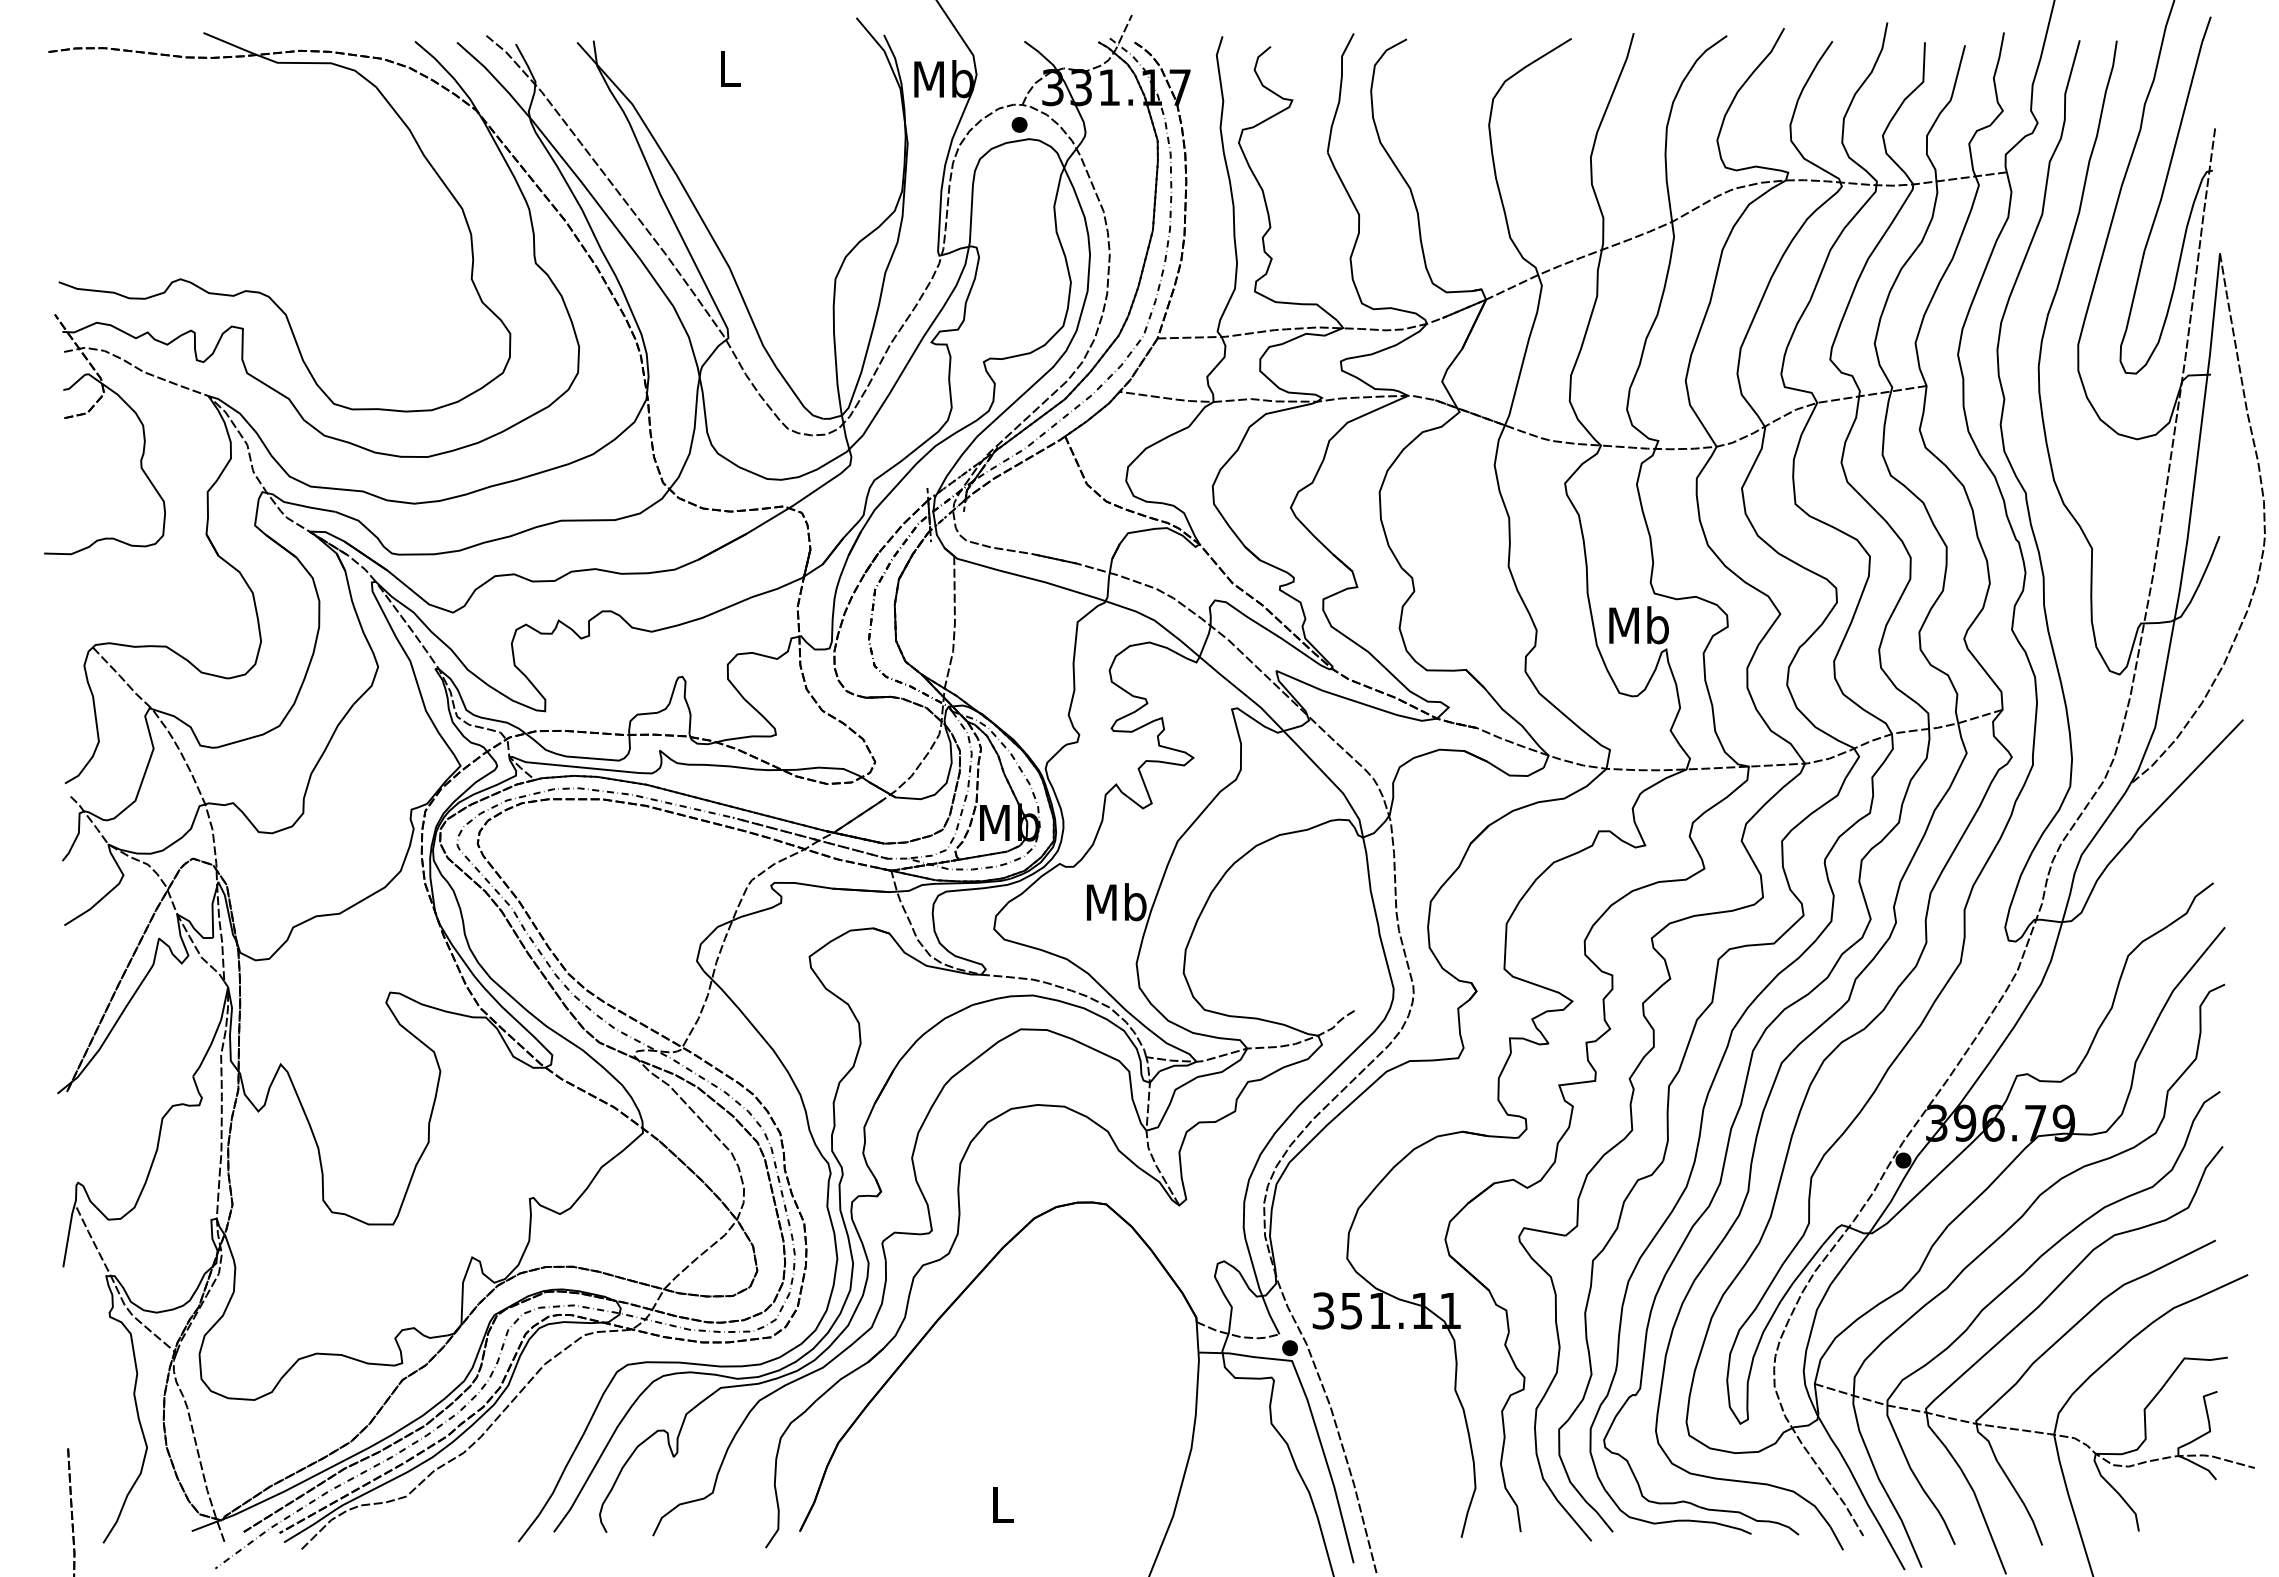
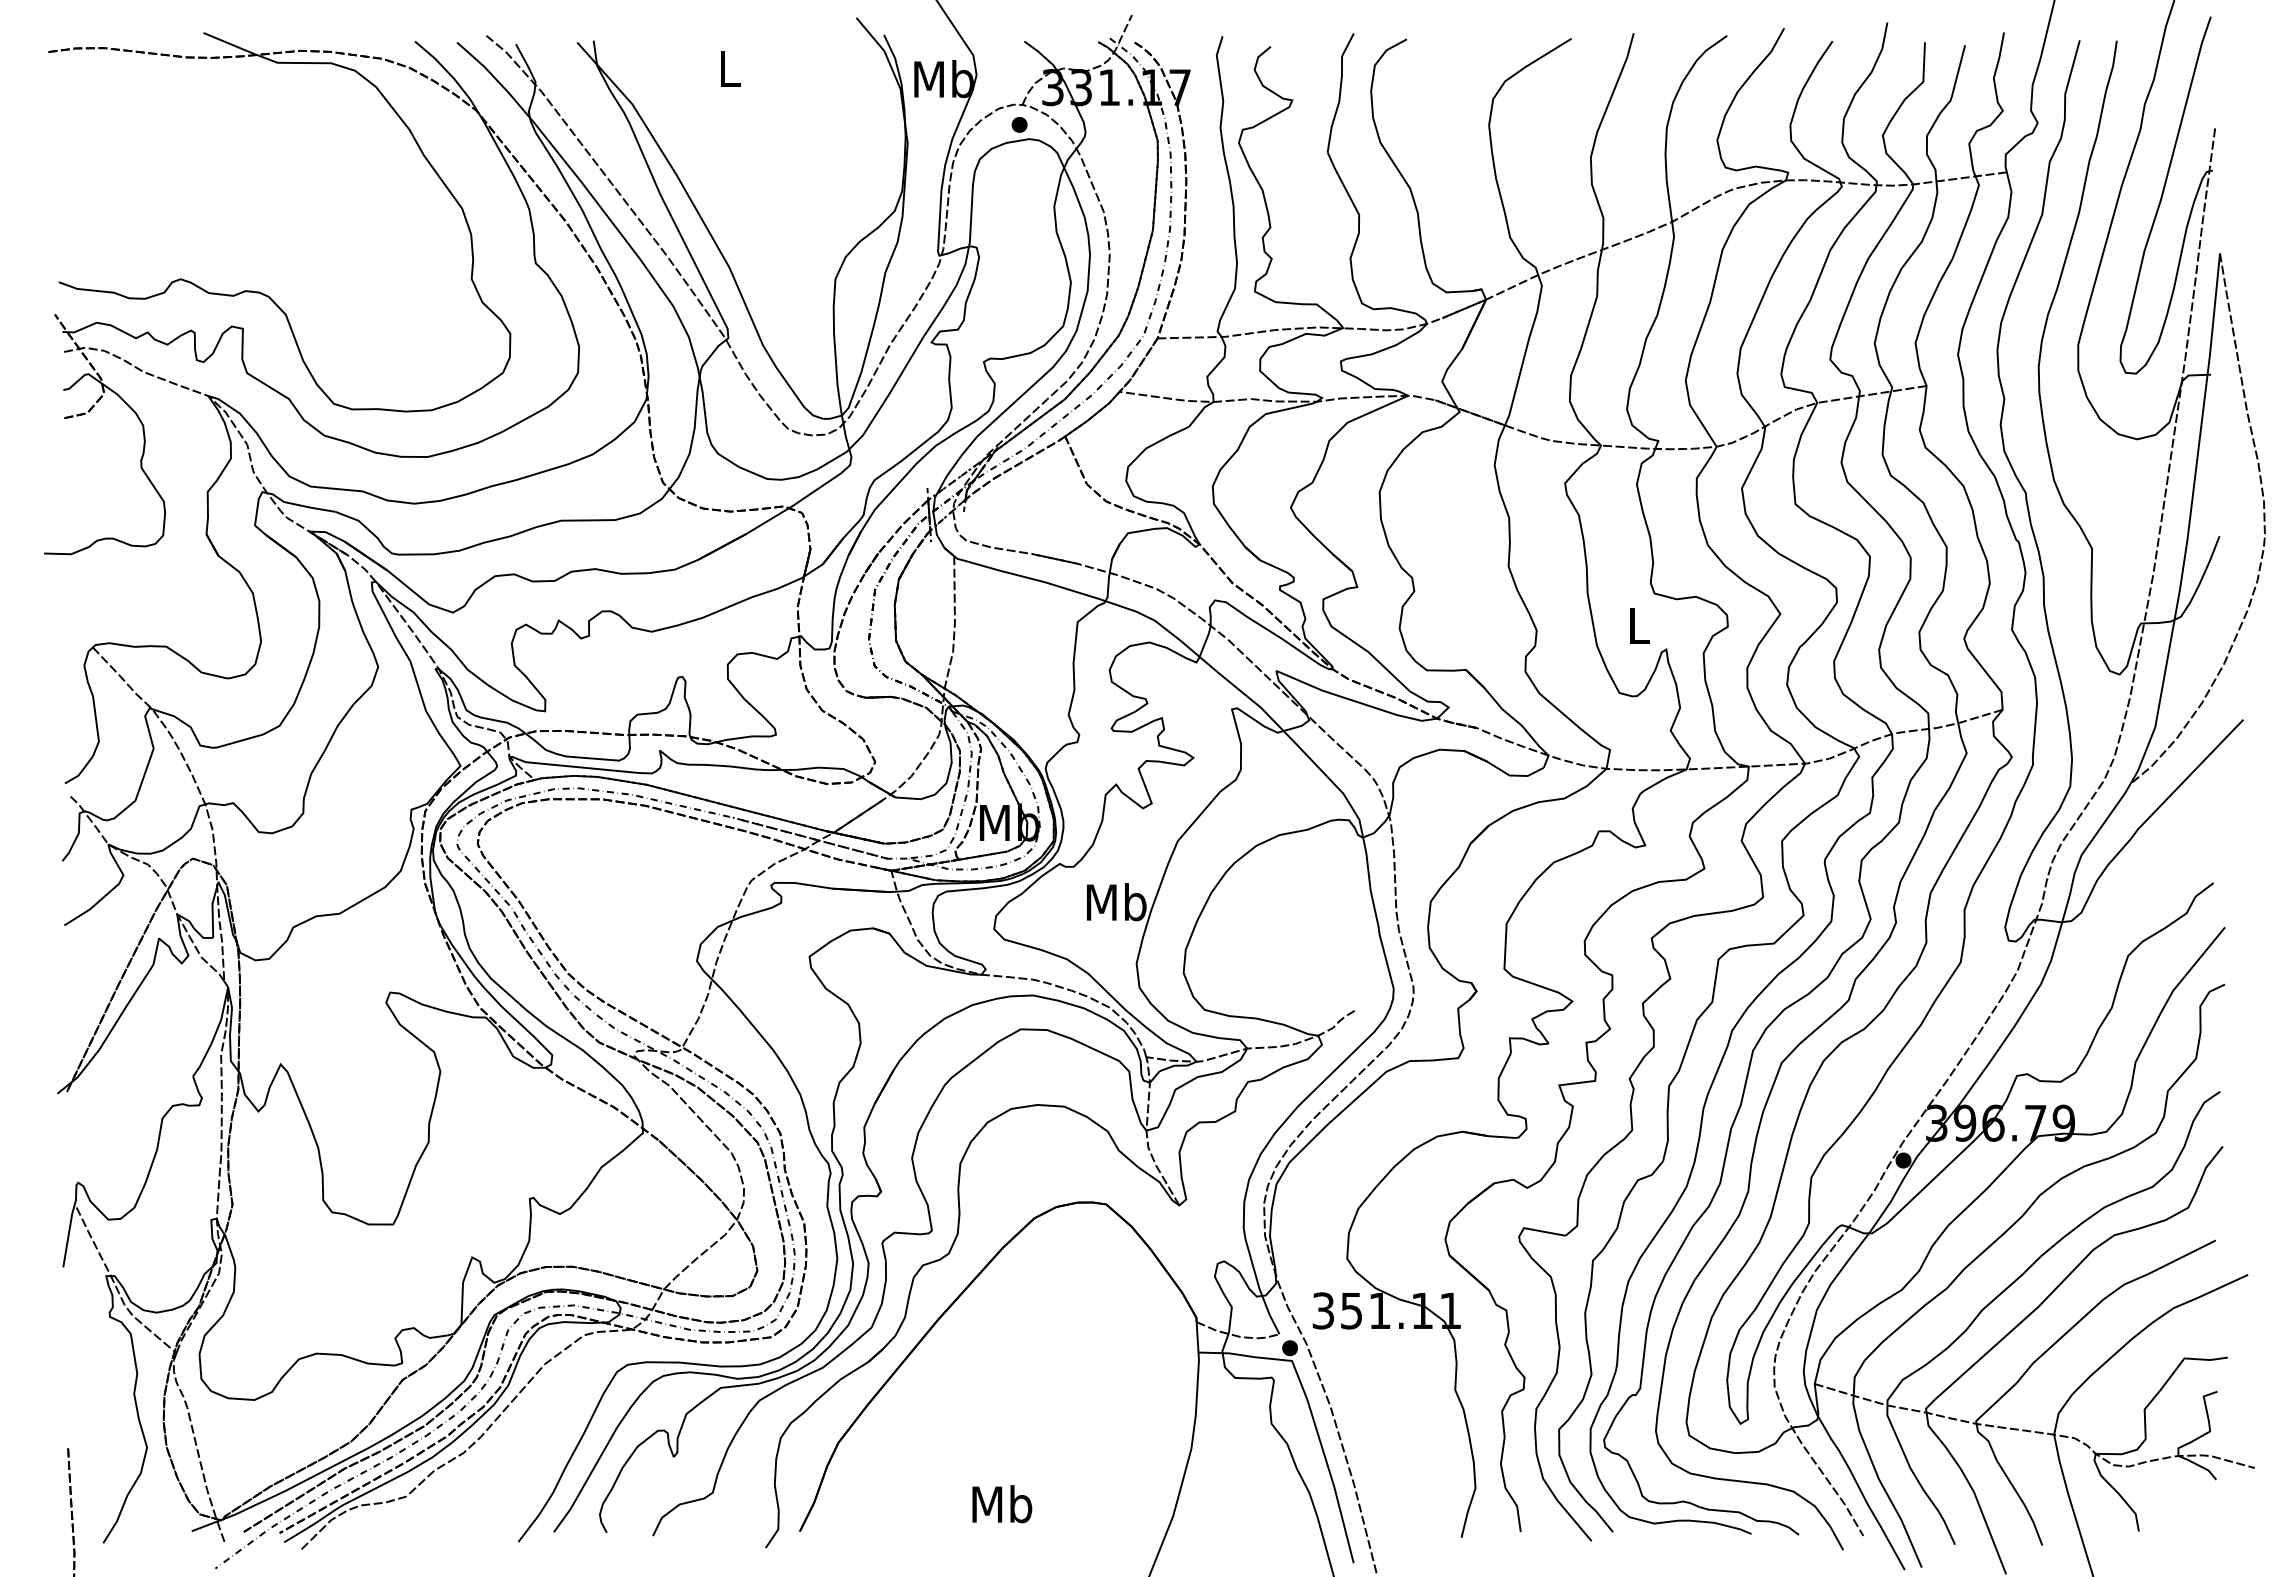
text at (1638, 625): Mb -> L
text at (1002, 1504): L -> Mb
